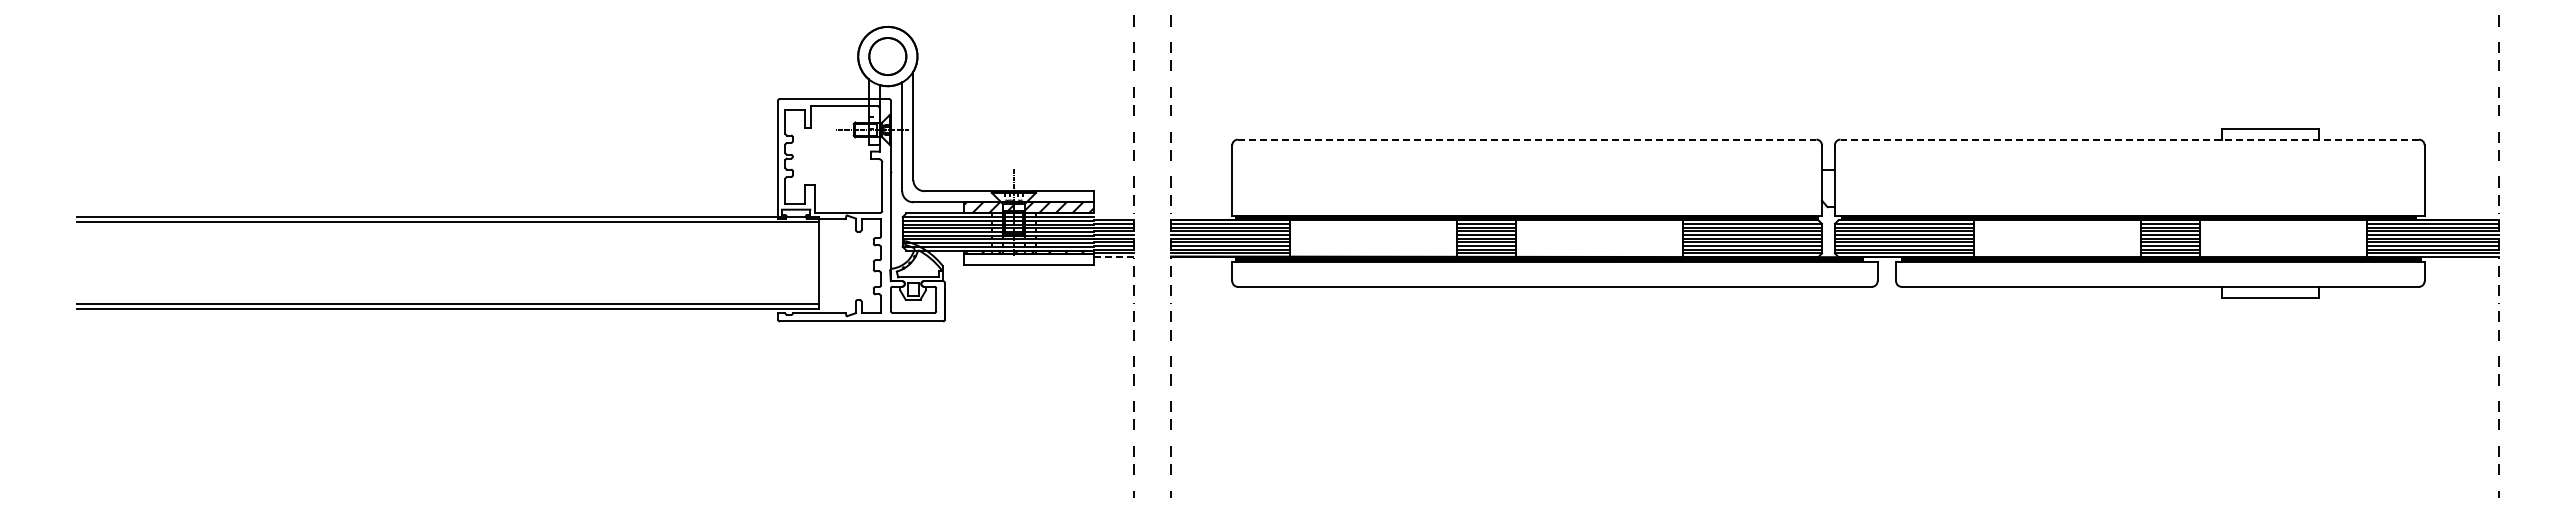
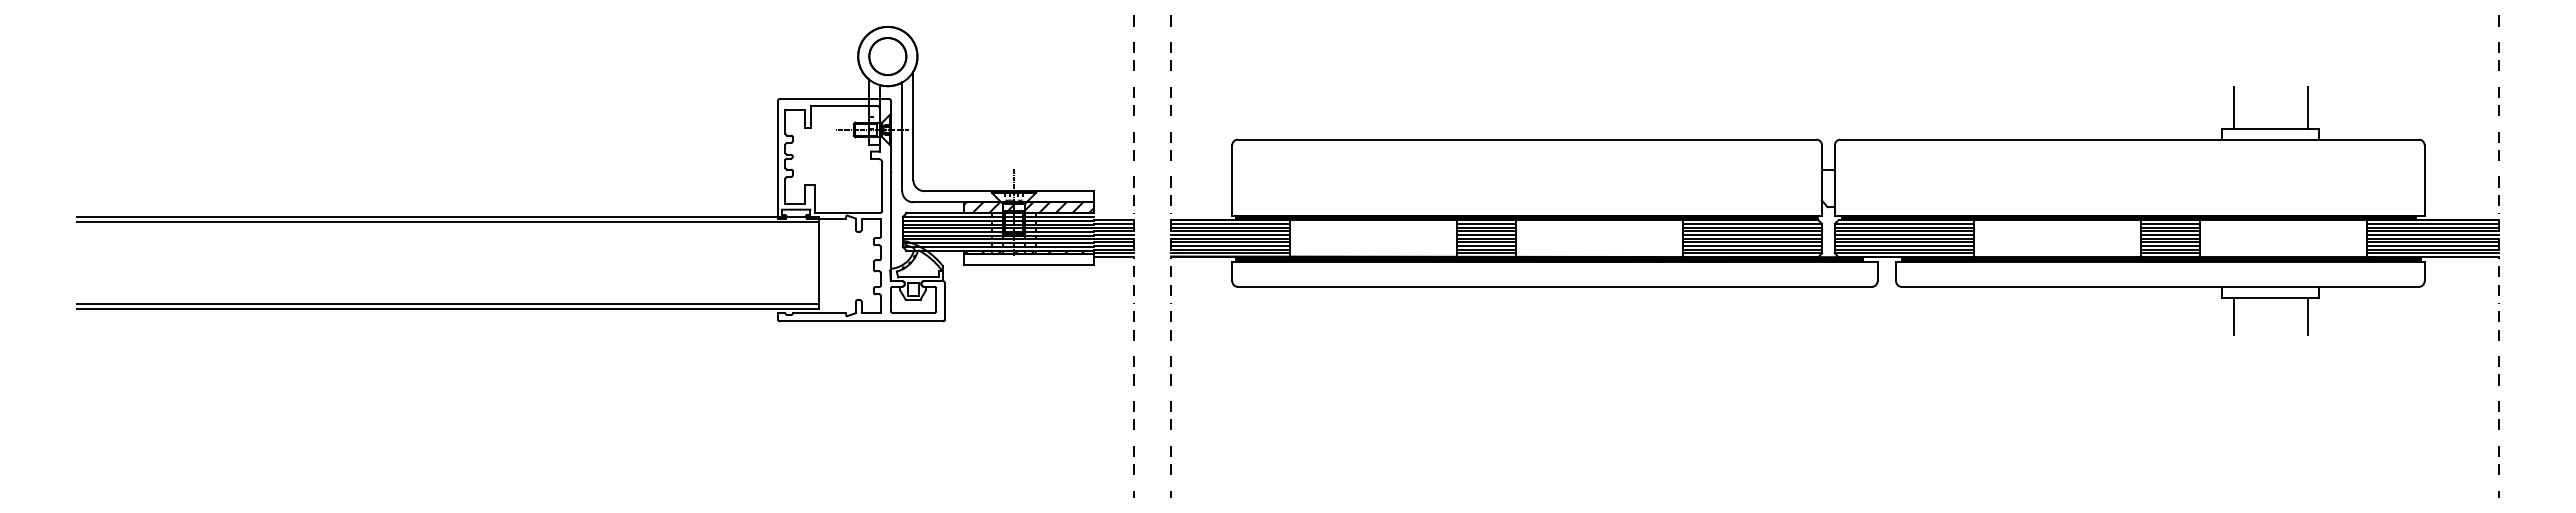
line at (2233, 107): none -> present
line at (2307, 107): none -> present
line at (1527, 139): dashed -> solid
line at (2129, 139): dashed -> solid
line at (1114, 257): dashed -> solid
line at (2233, 316): none -> present
line at (2307, 316): none -> present
